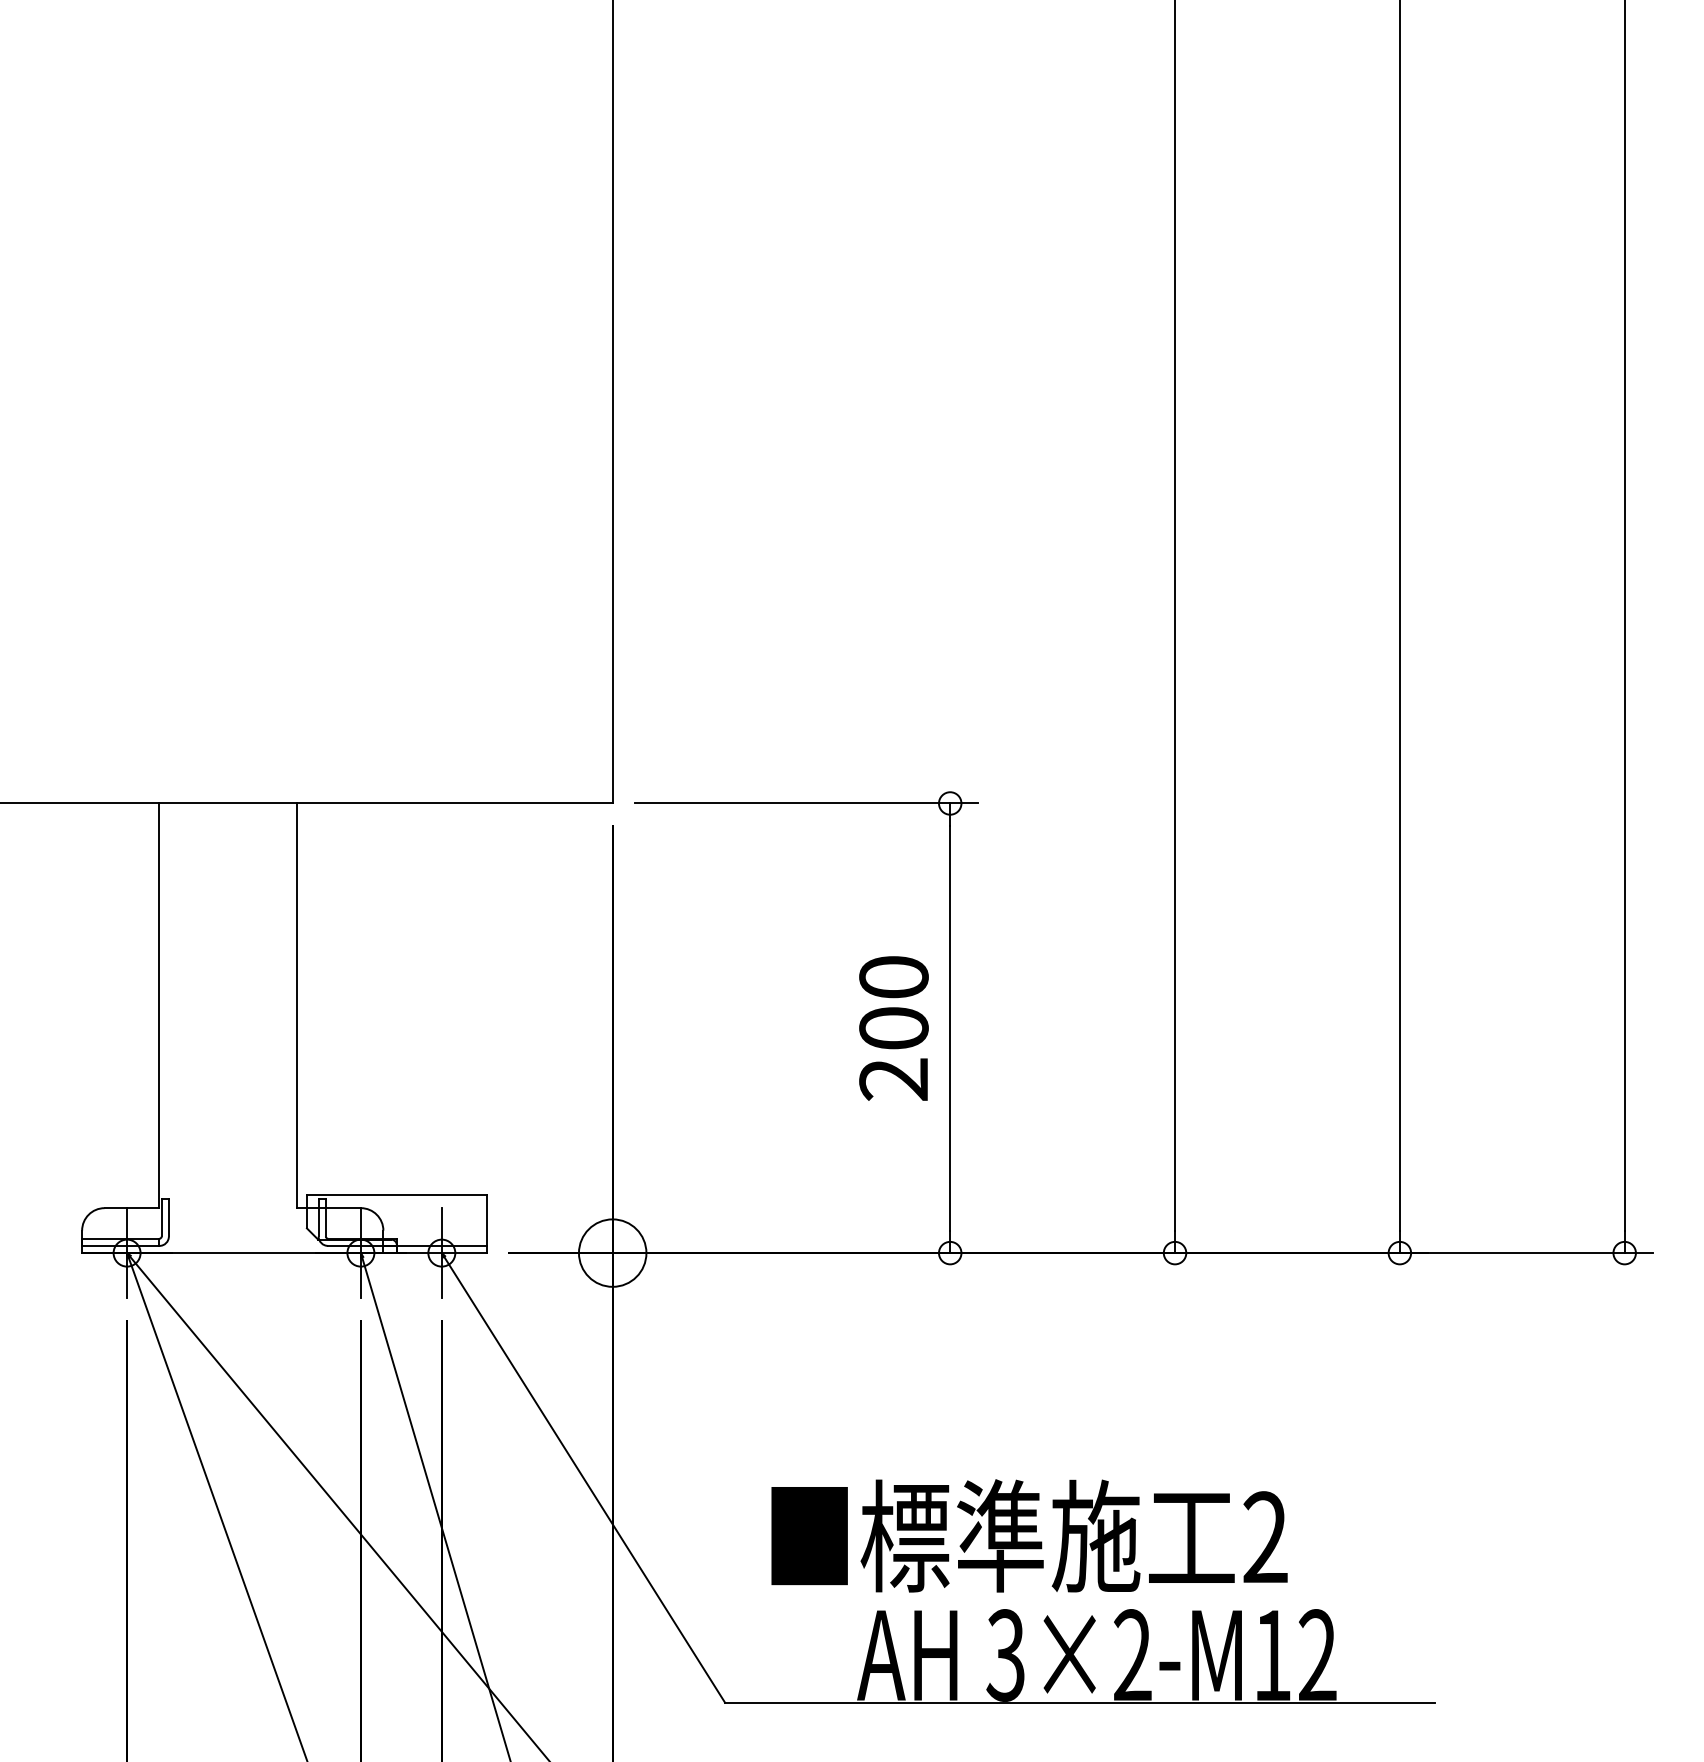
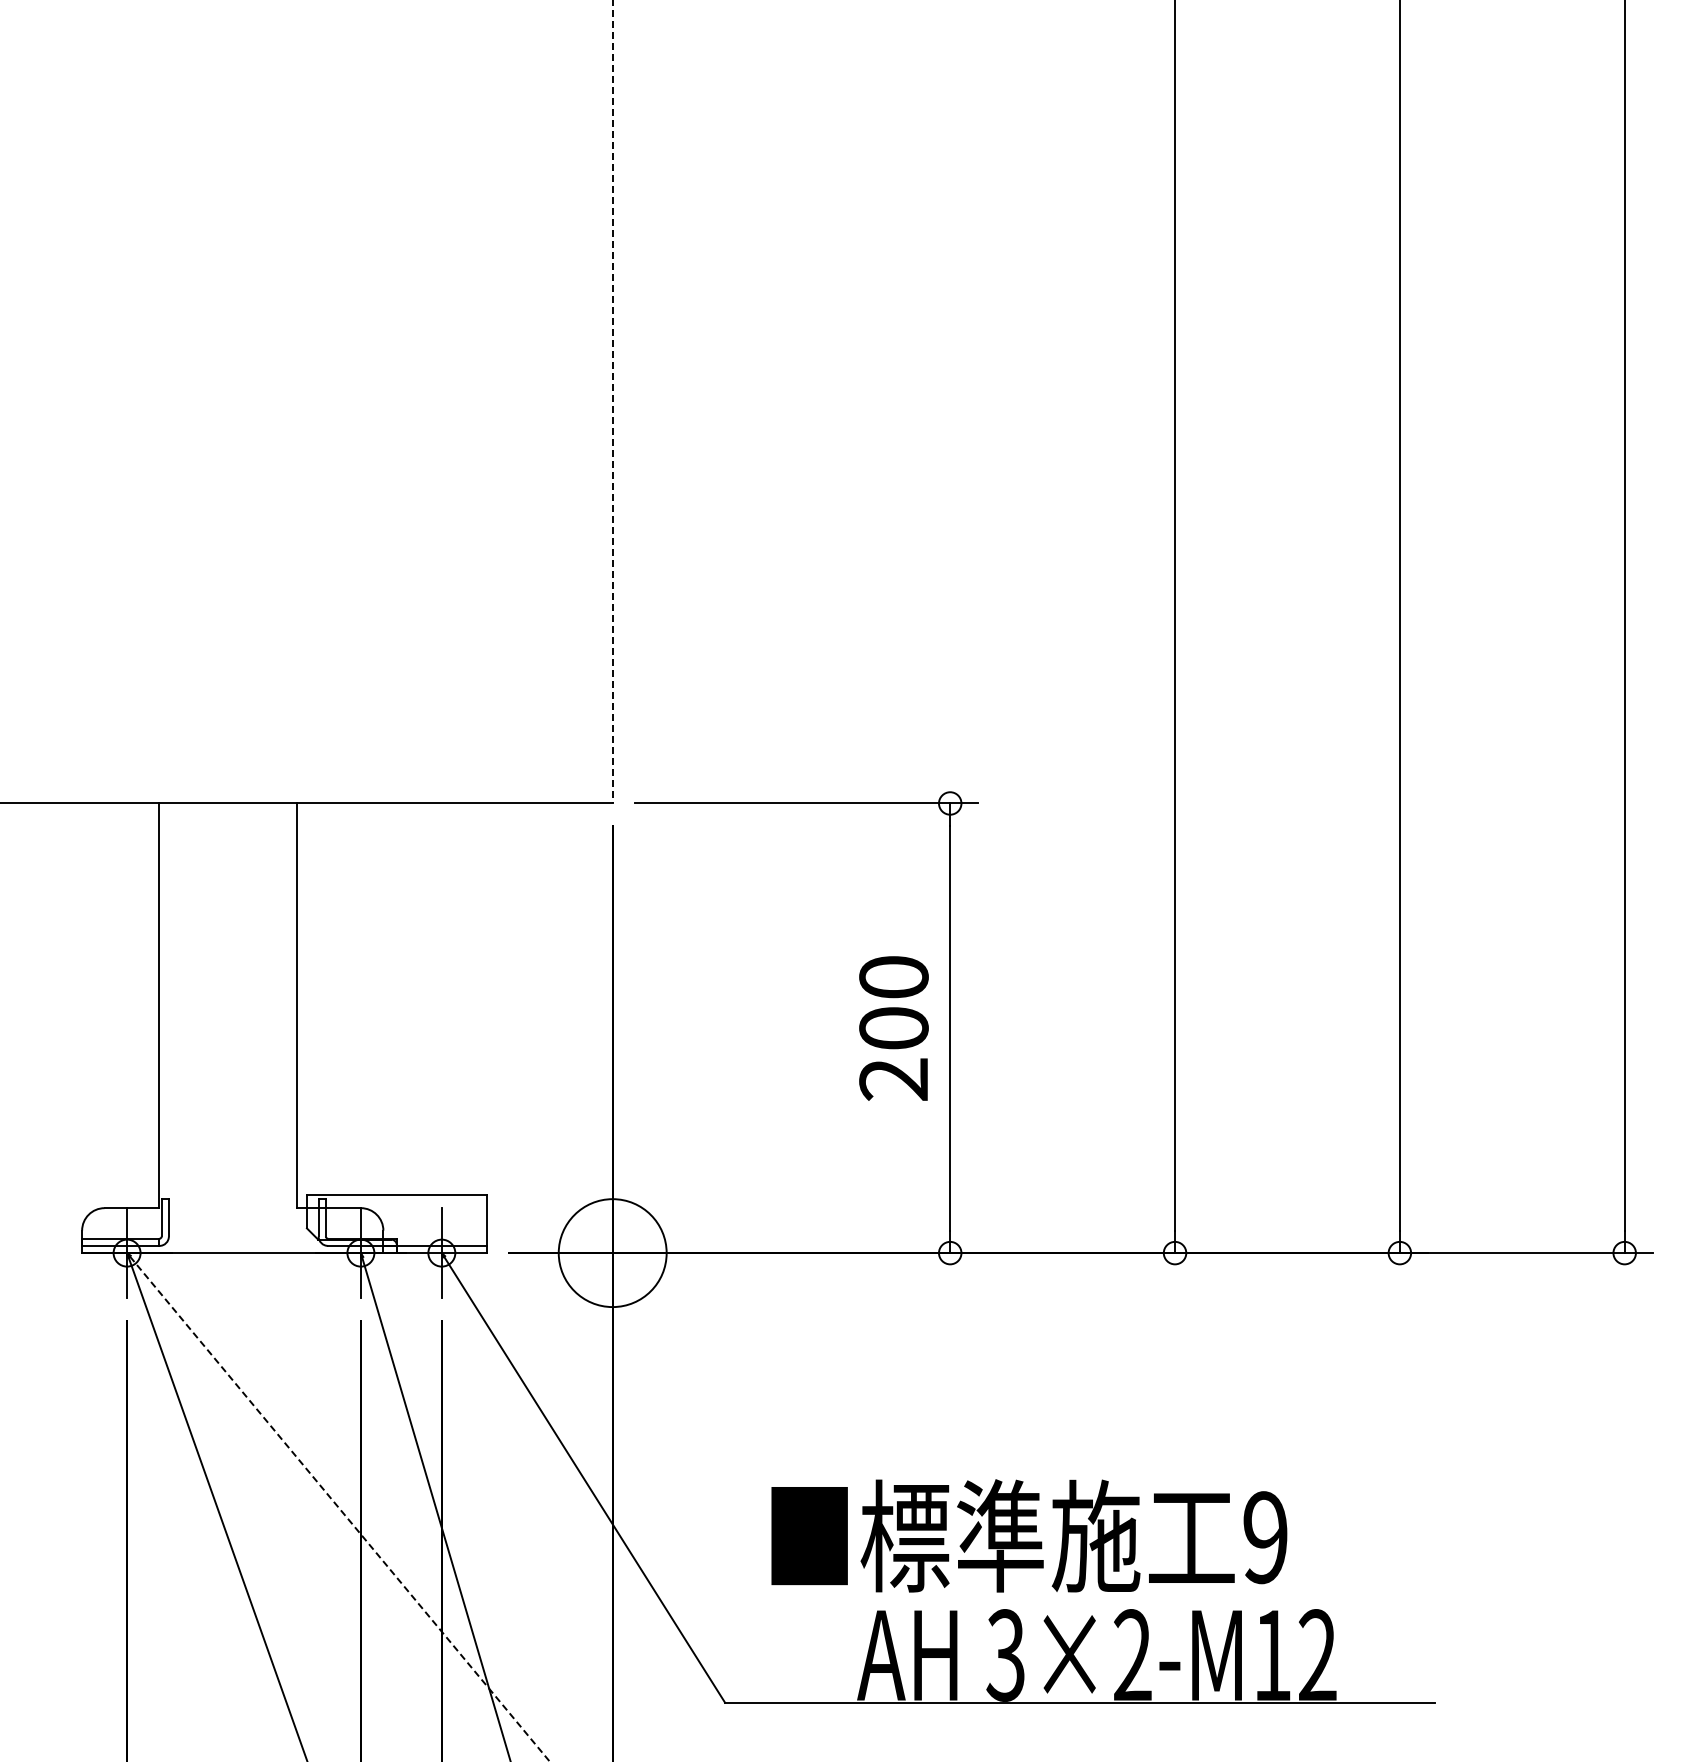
line at (612, 402): solid -> dashed
circle at (612, 1252) diameter: 67 px -> 108 px
line at (338, 1507): solid -> dashed
text at (1265, 1537): 2 -> 9
